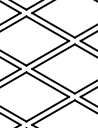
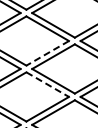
line at (47, 53): solid -> dashed
line at (47, 84): solid -> dashed
